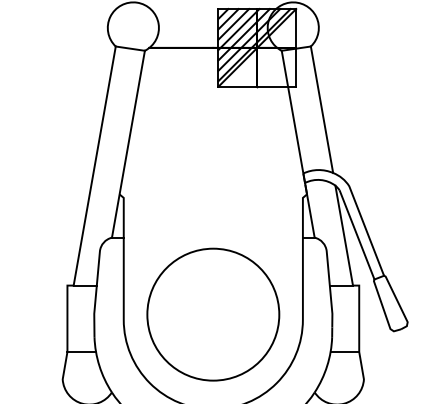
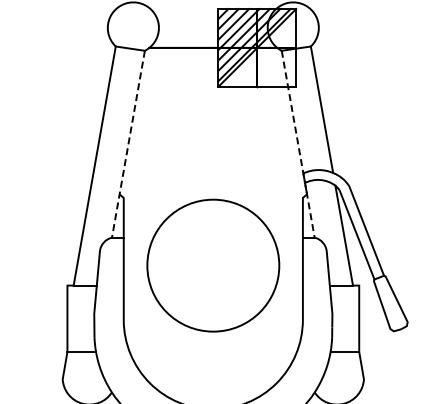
line at (128, 144): solid -> dashed
line at (298, 144): solid -> dashed
circle at (213, 314) position: (213, 314) -> (213, 265)
